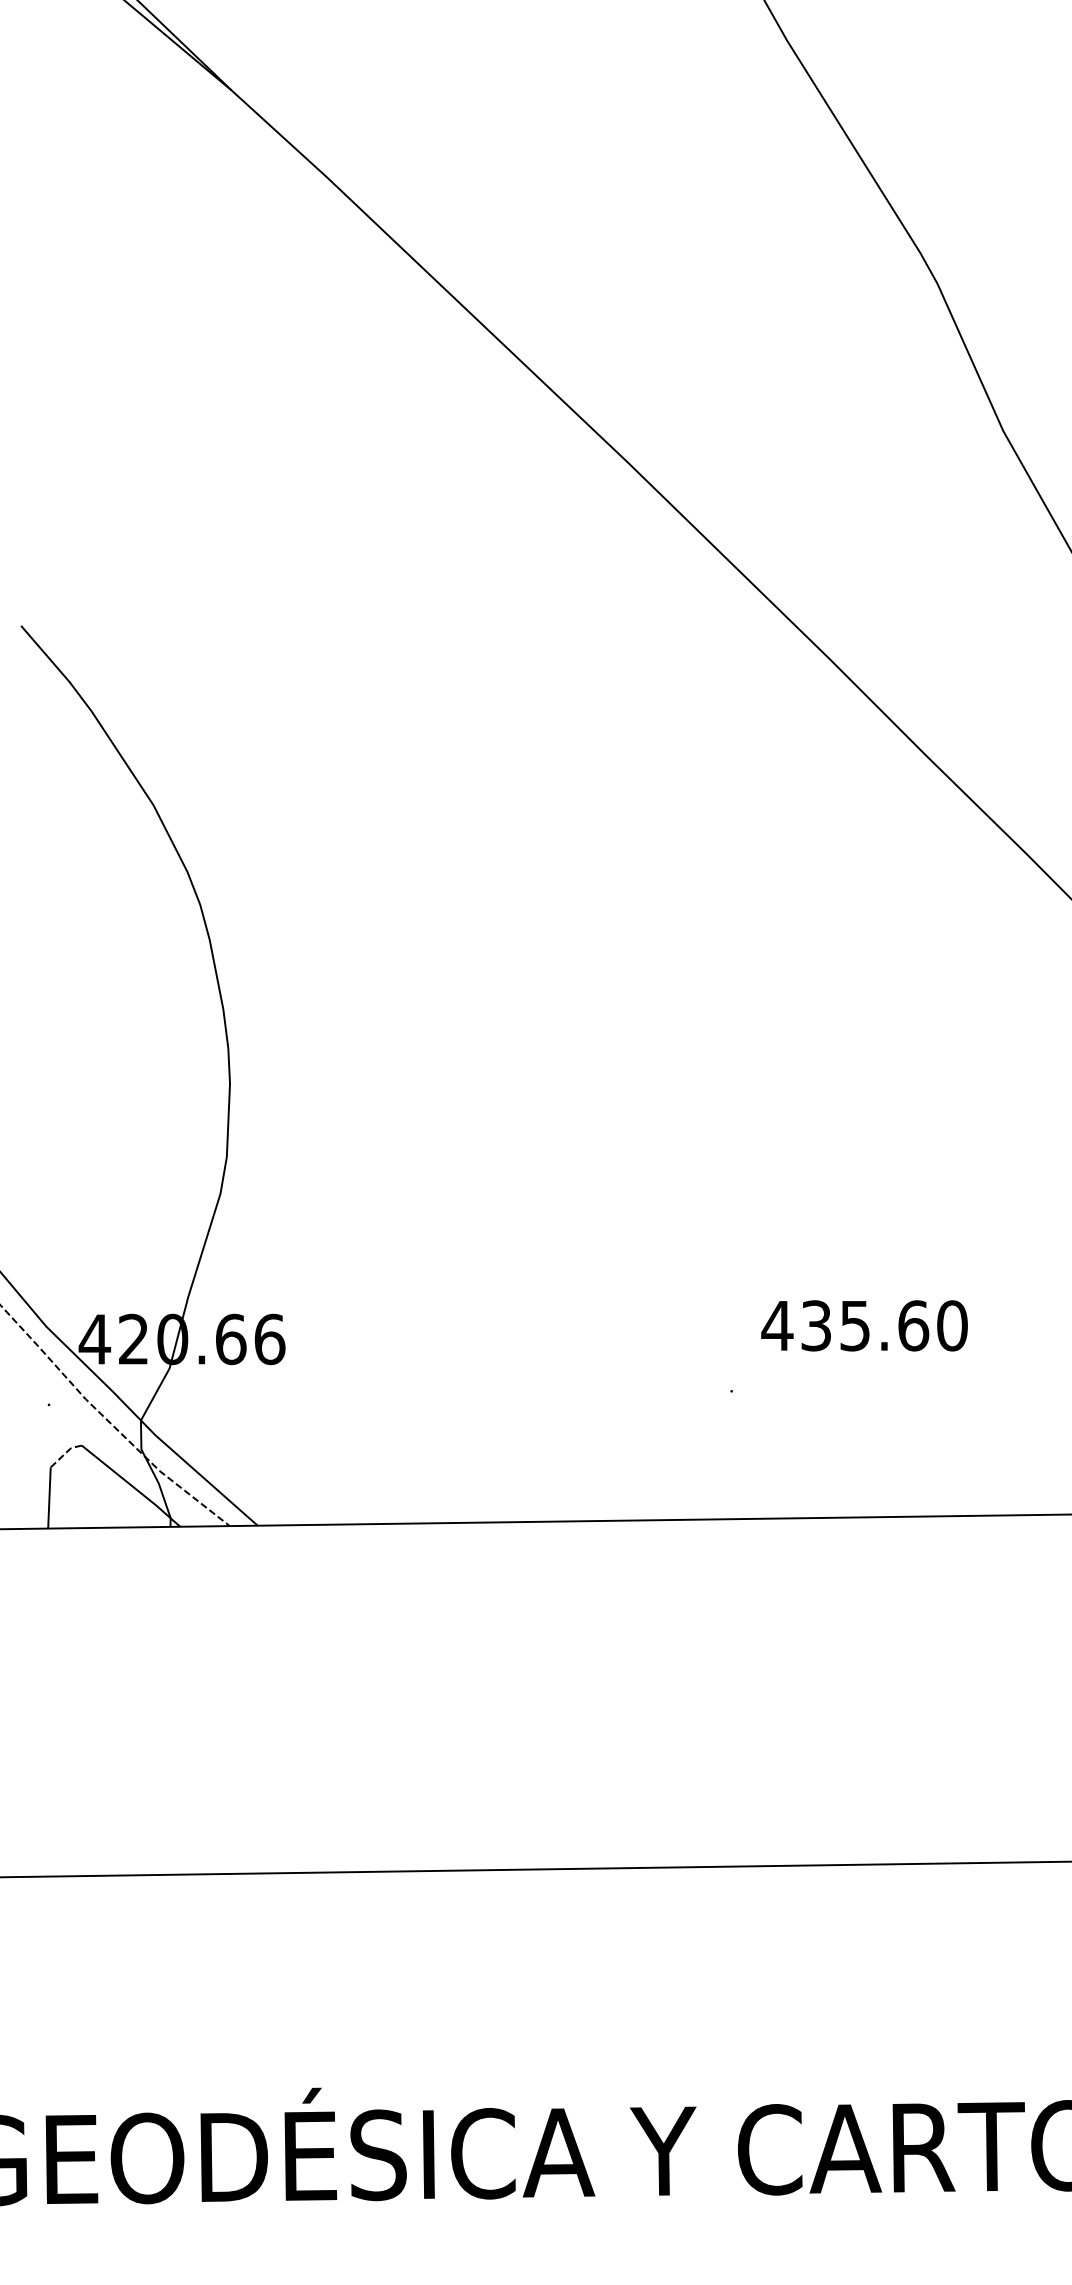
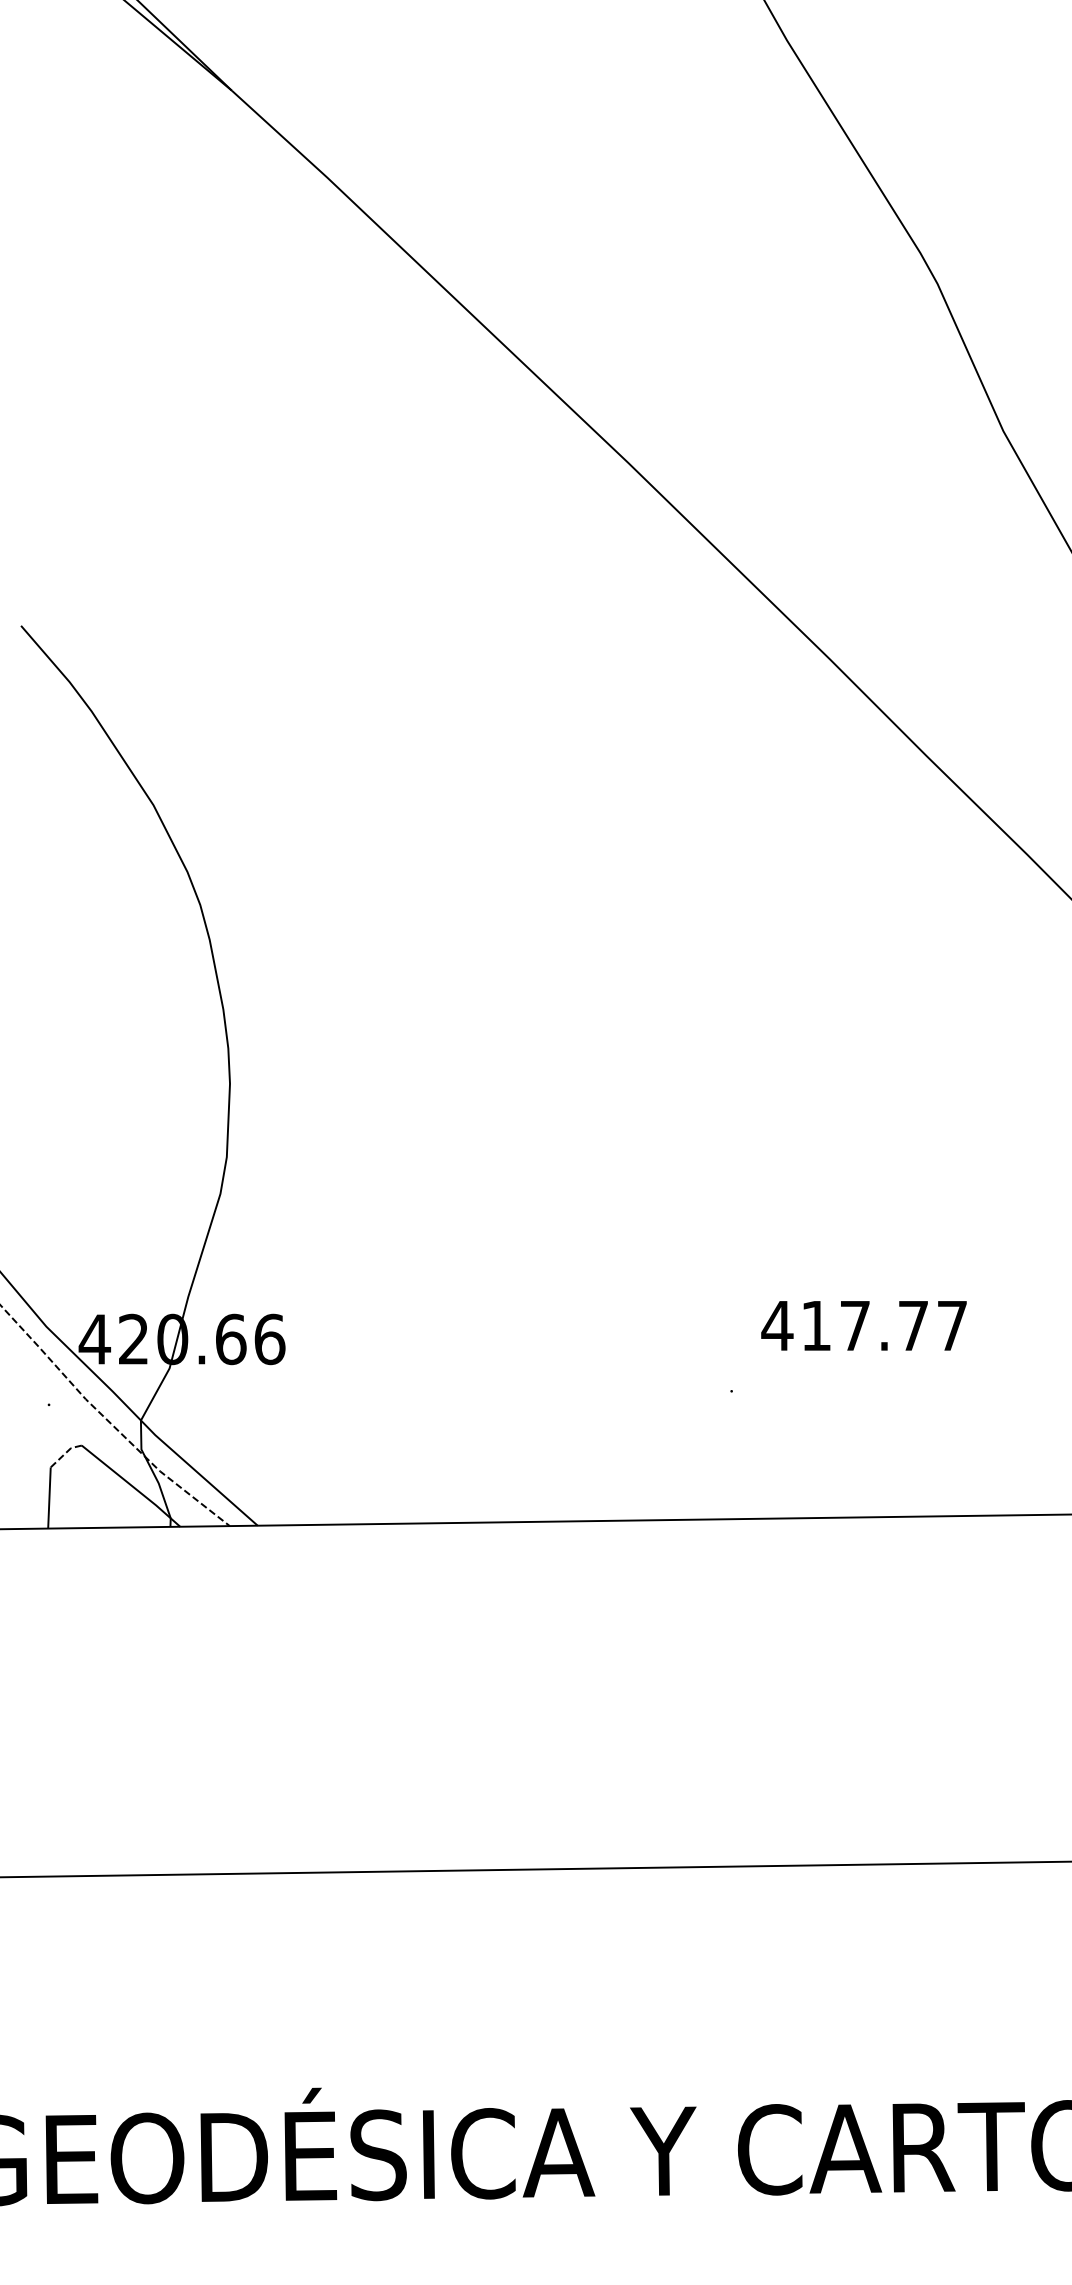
text at (884, 1325): 435.60 -> 417.77
